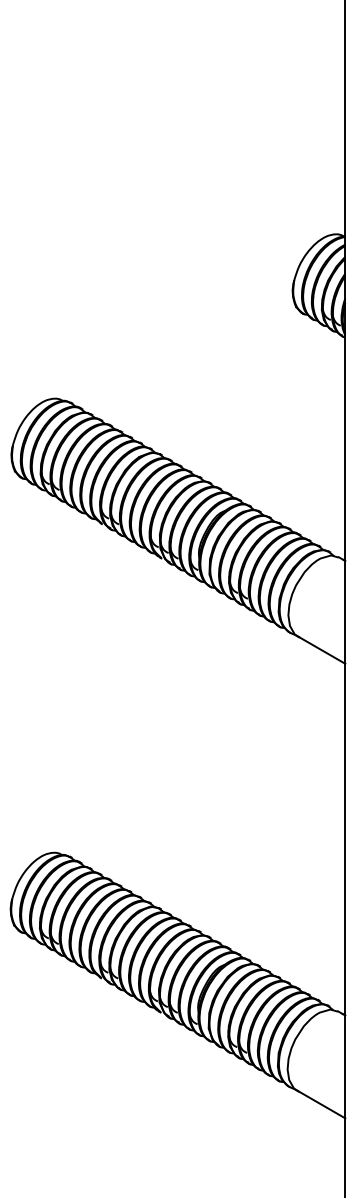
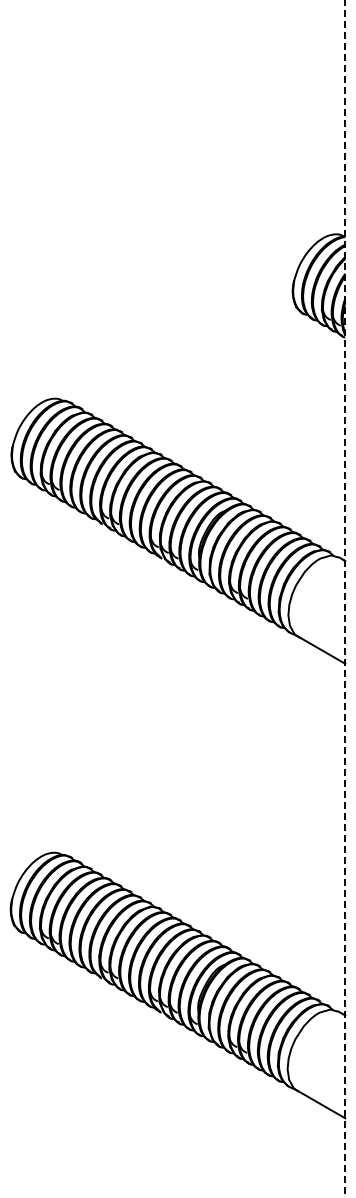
line at (345, 598): solid -> dashed
